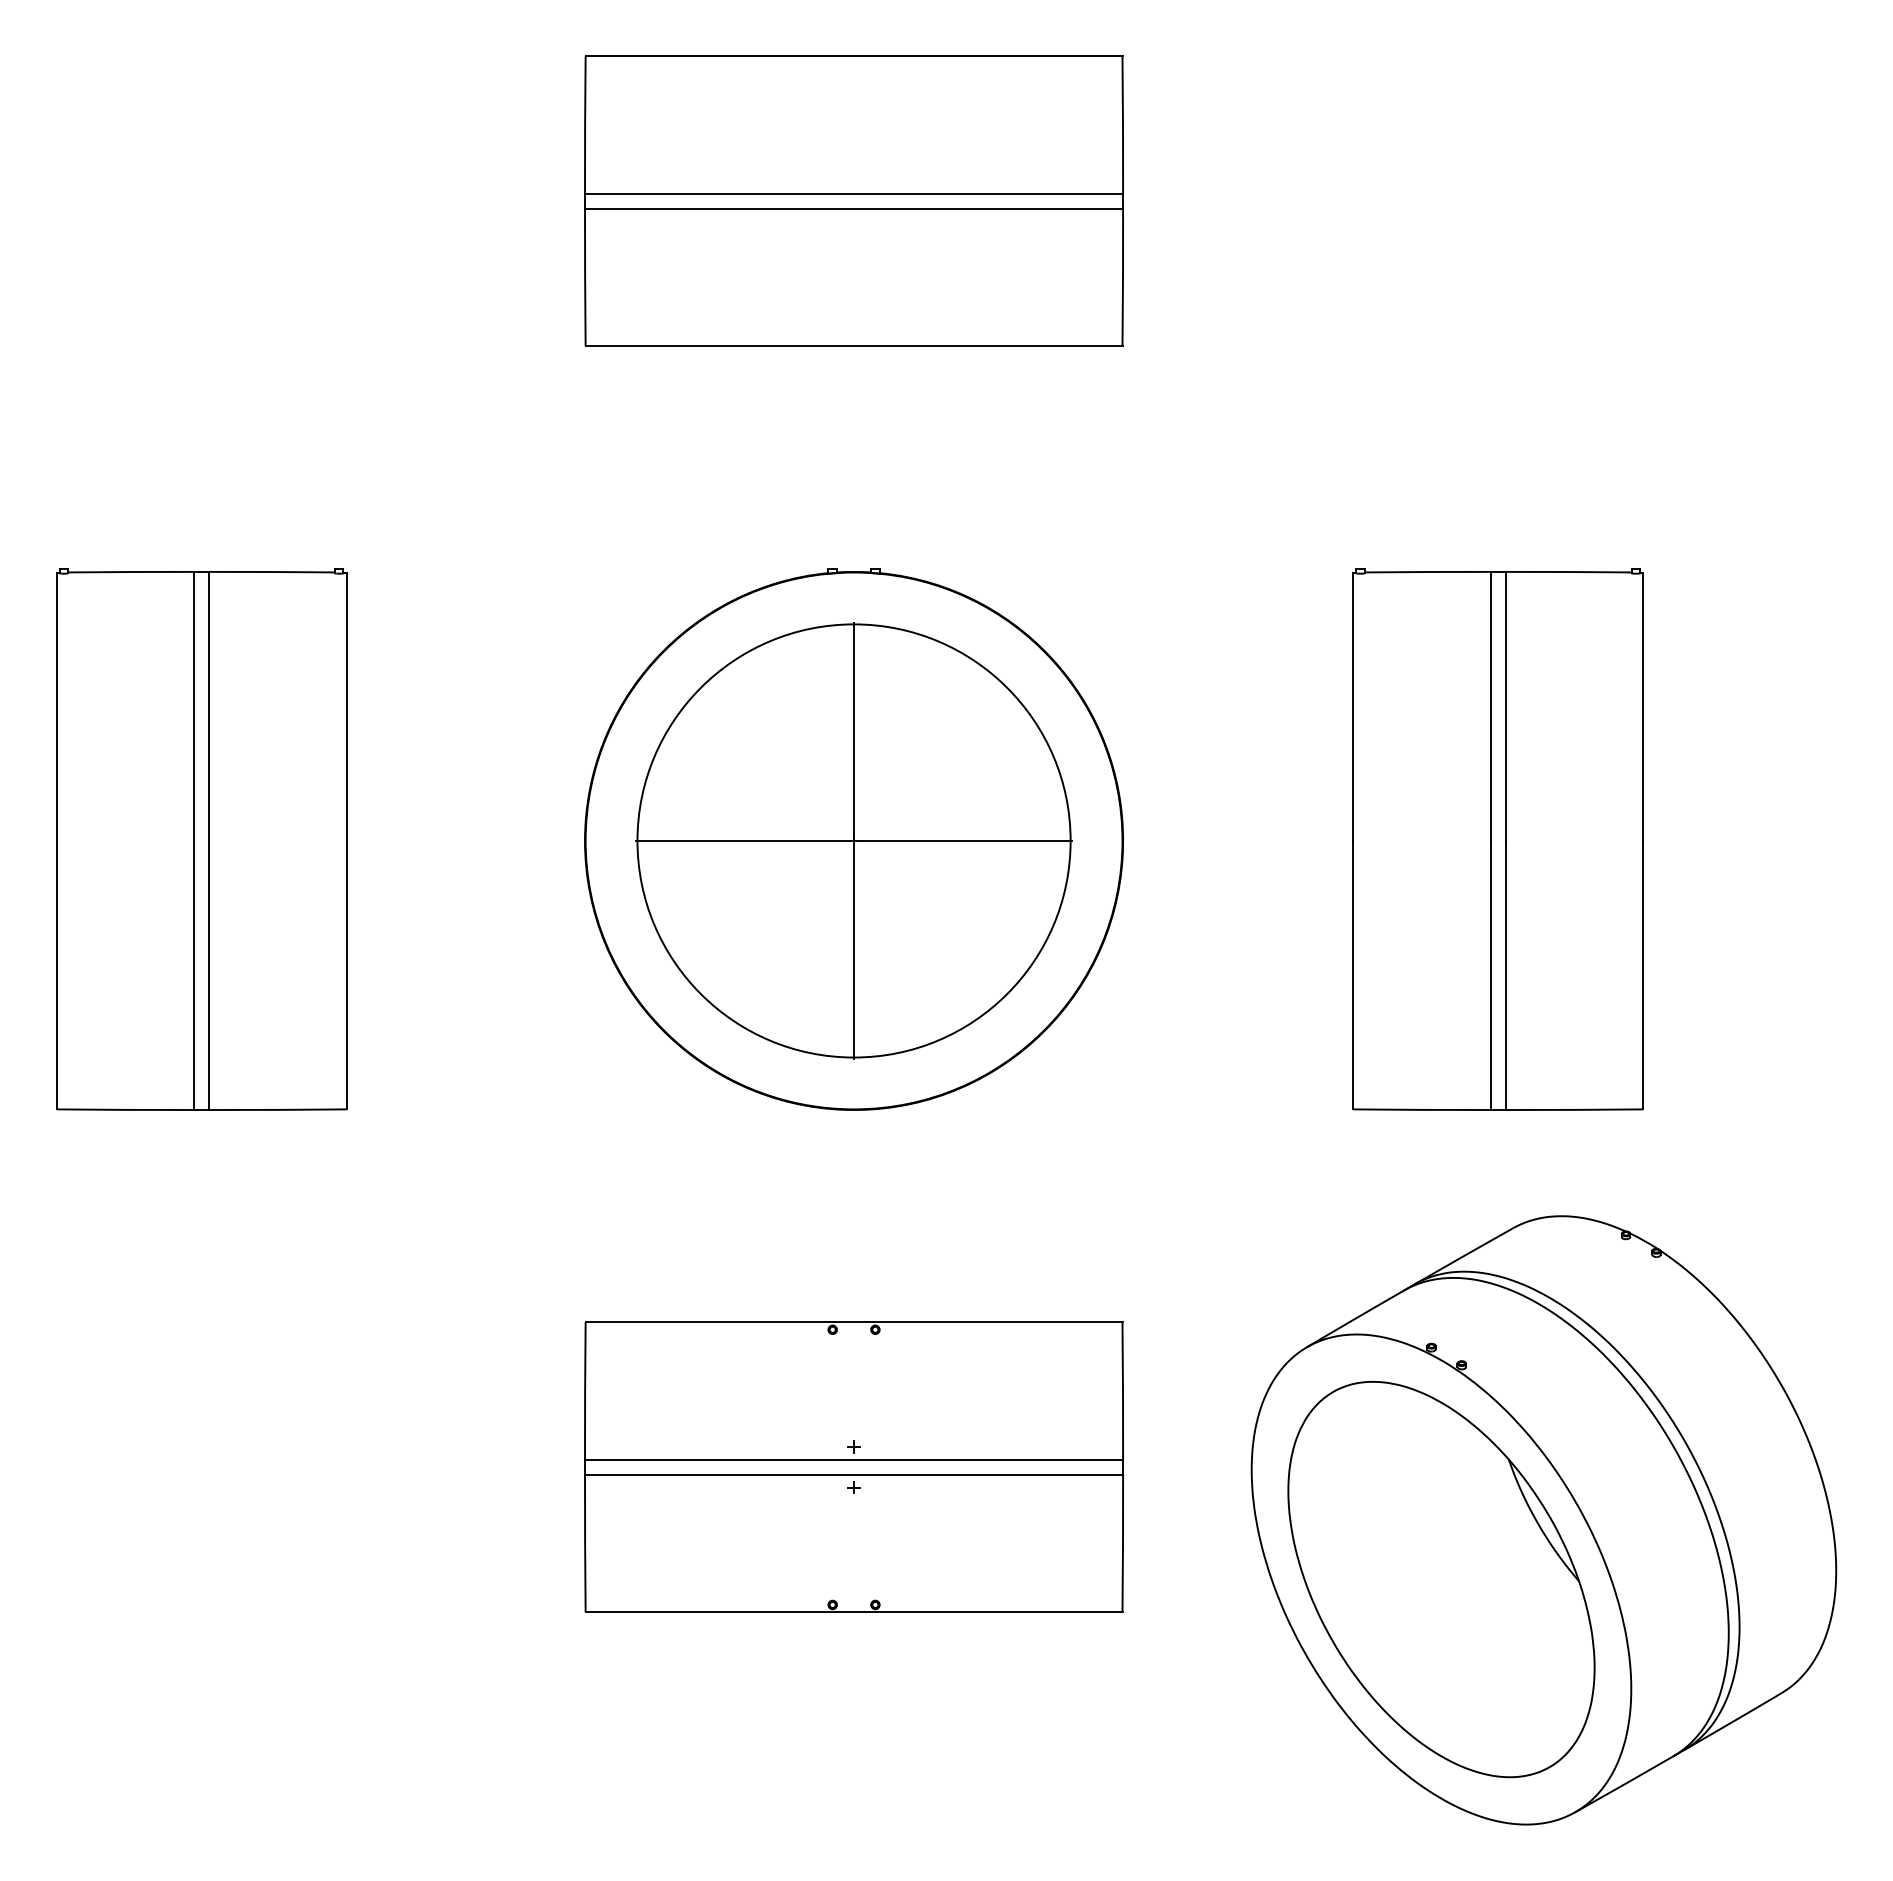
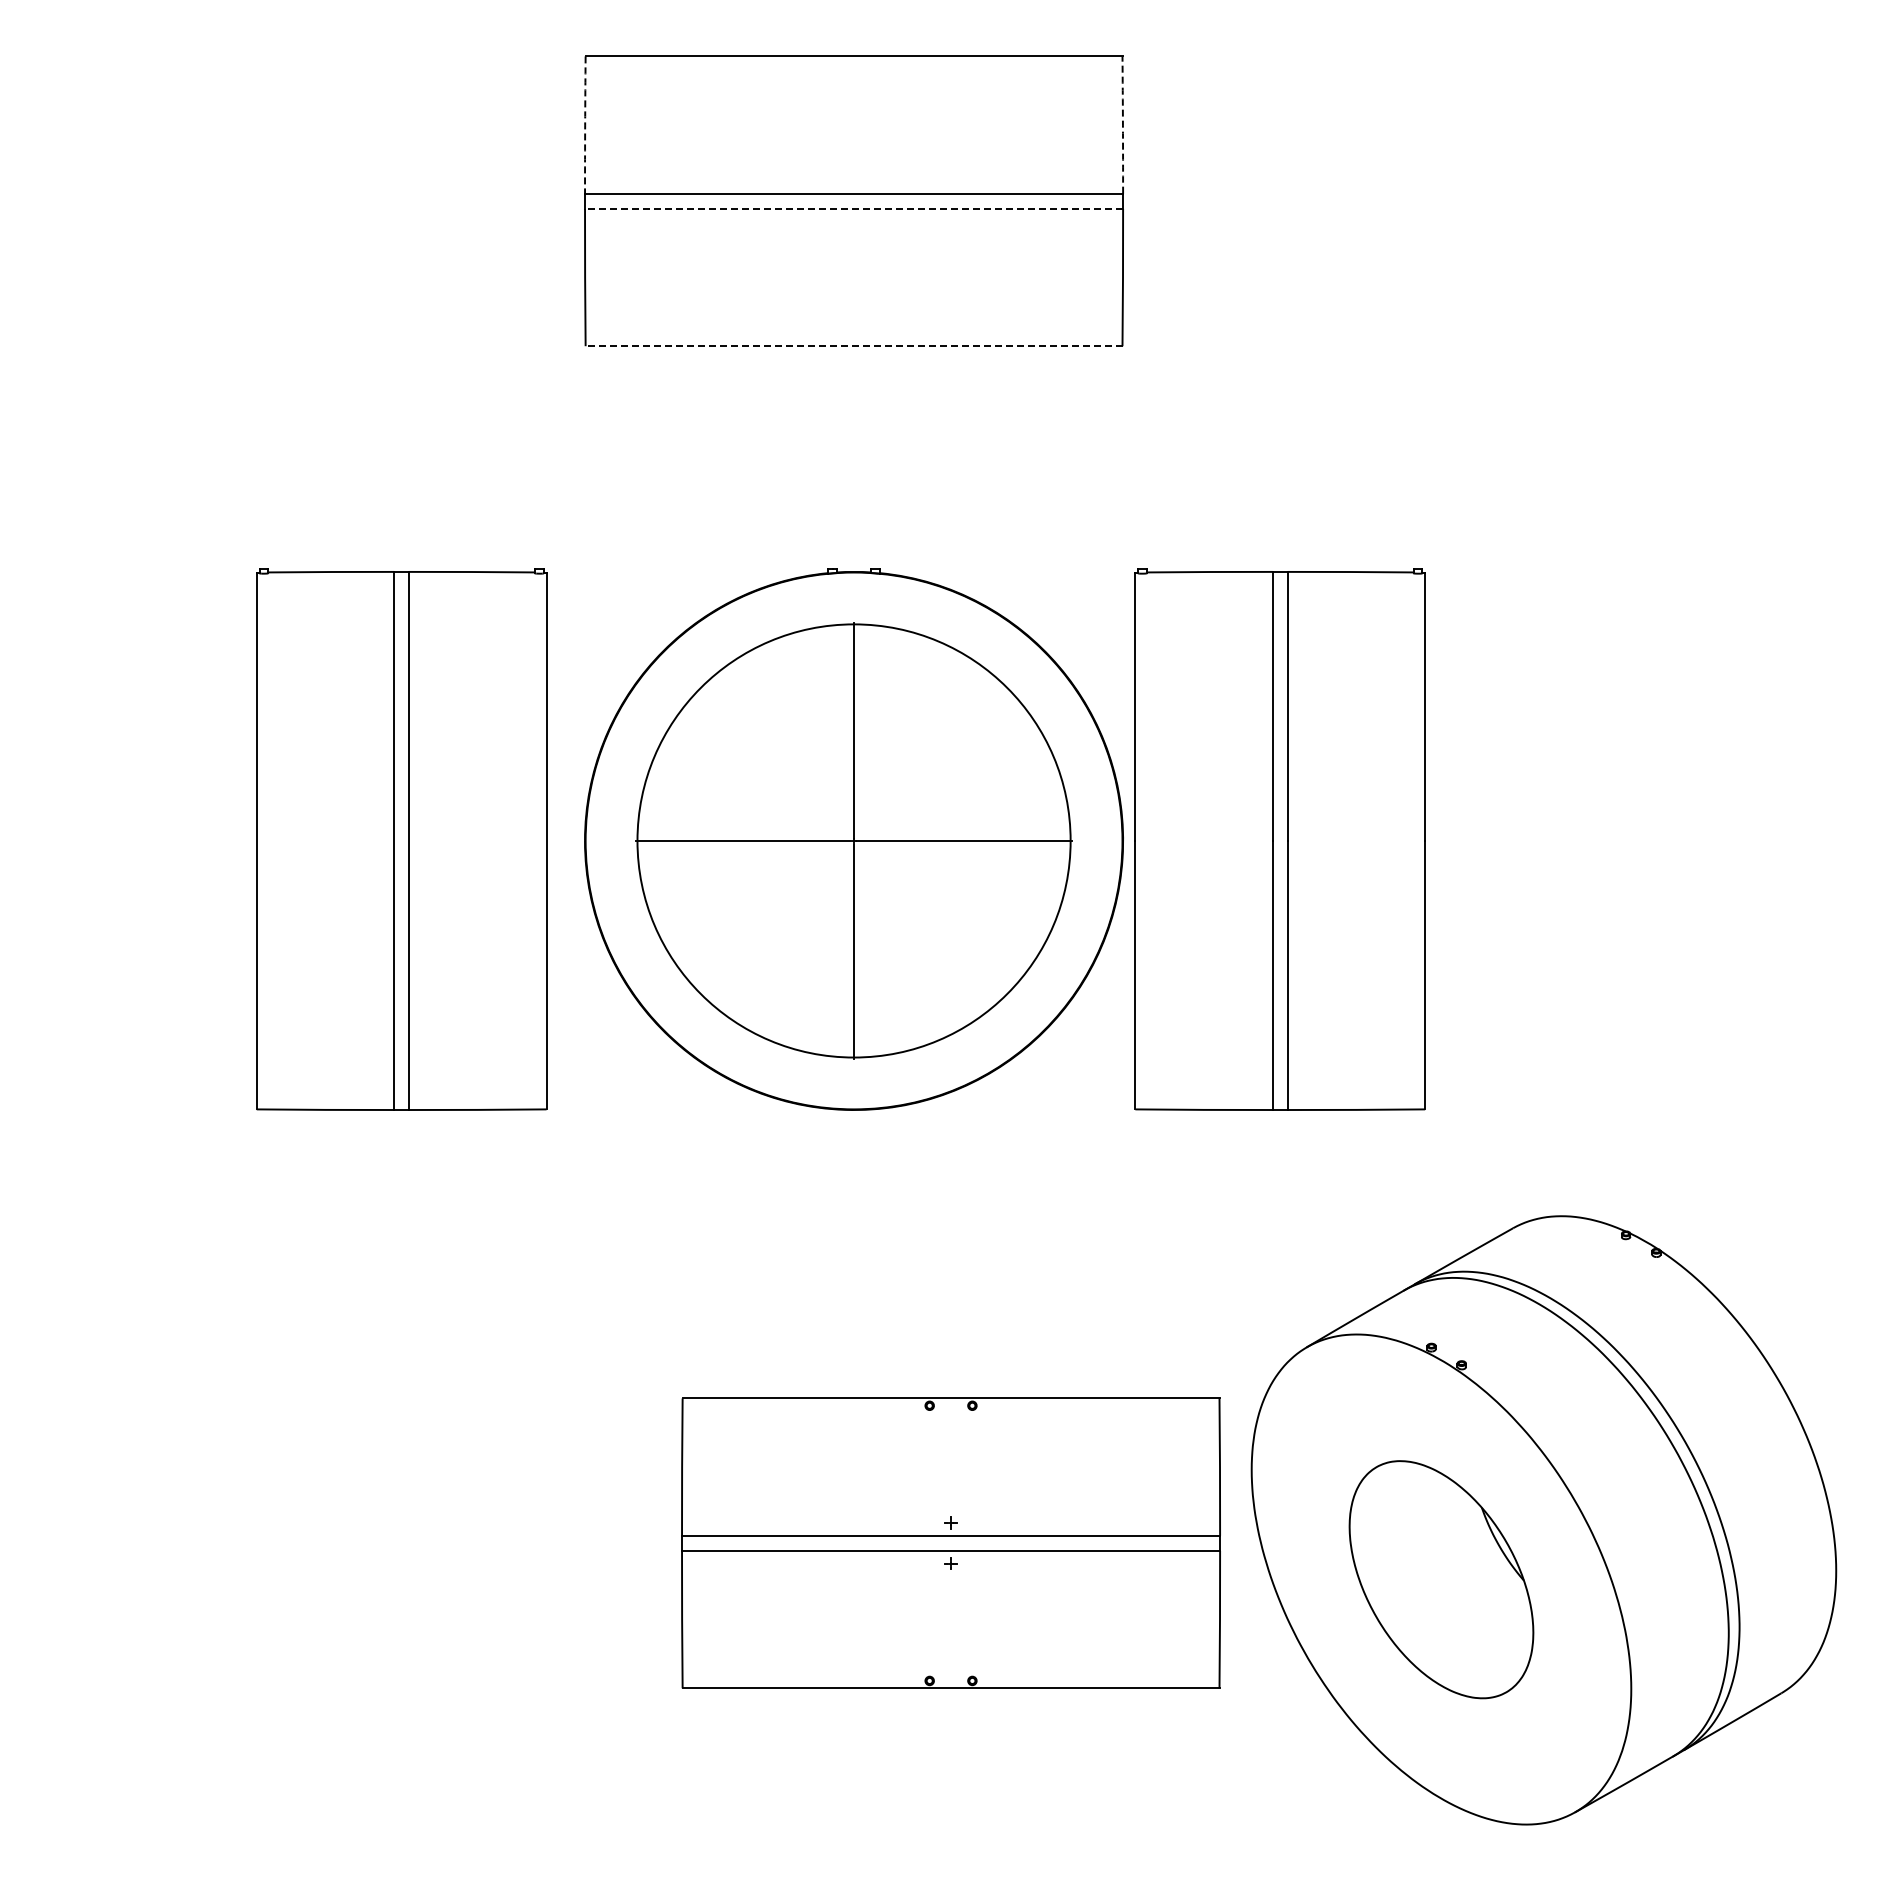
arc at (585, 125): solid -> dashed
arc at (1122, 125): solid -> dashed
line at (853, 208): solid -> dashed
line at (853, 346): solid -> dashed
part at (201, 839) position: (201, 839) -> (401, 839)
part at (1497, 839) position: (1497, 839) -> (1279, 839)
part at (853, 1466) position: (853, 1466) -> (950, 1542)
part at (1441, 1579) size: 309x398 px -> 187x240 px
